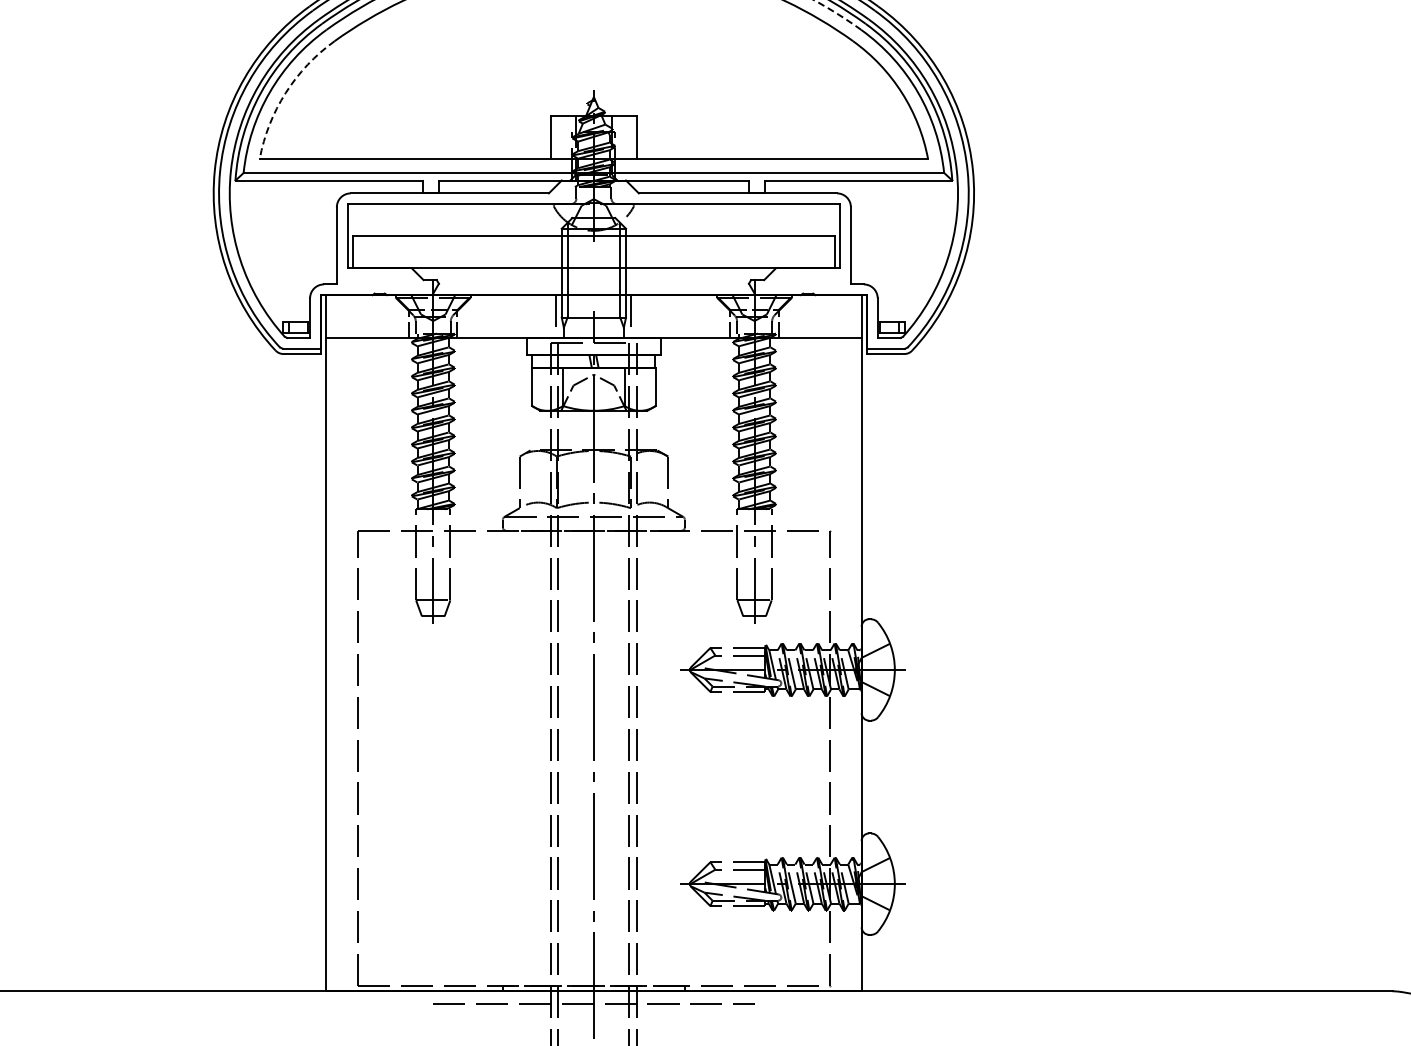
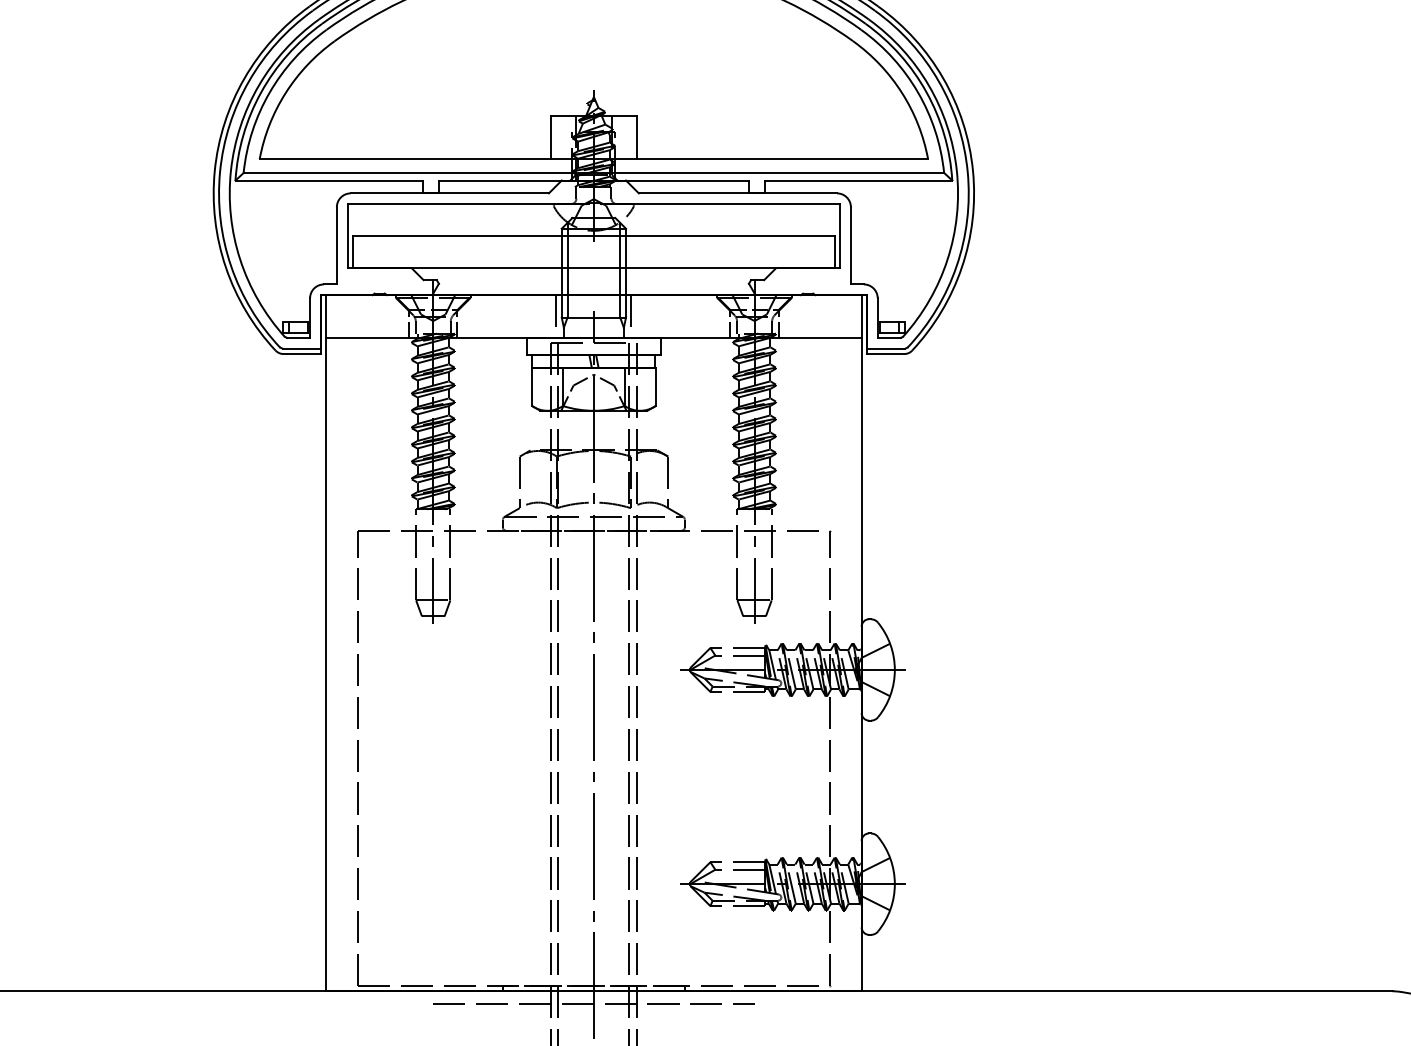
arc at (837, 14): dashed -> solid
arc at (285, 92): dashed -> solid
